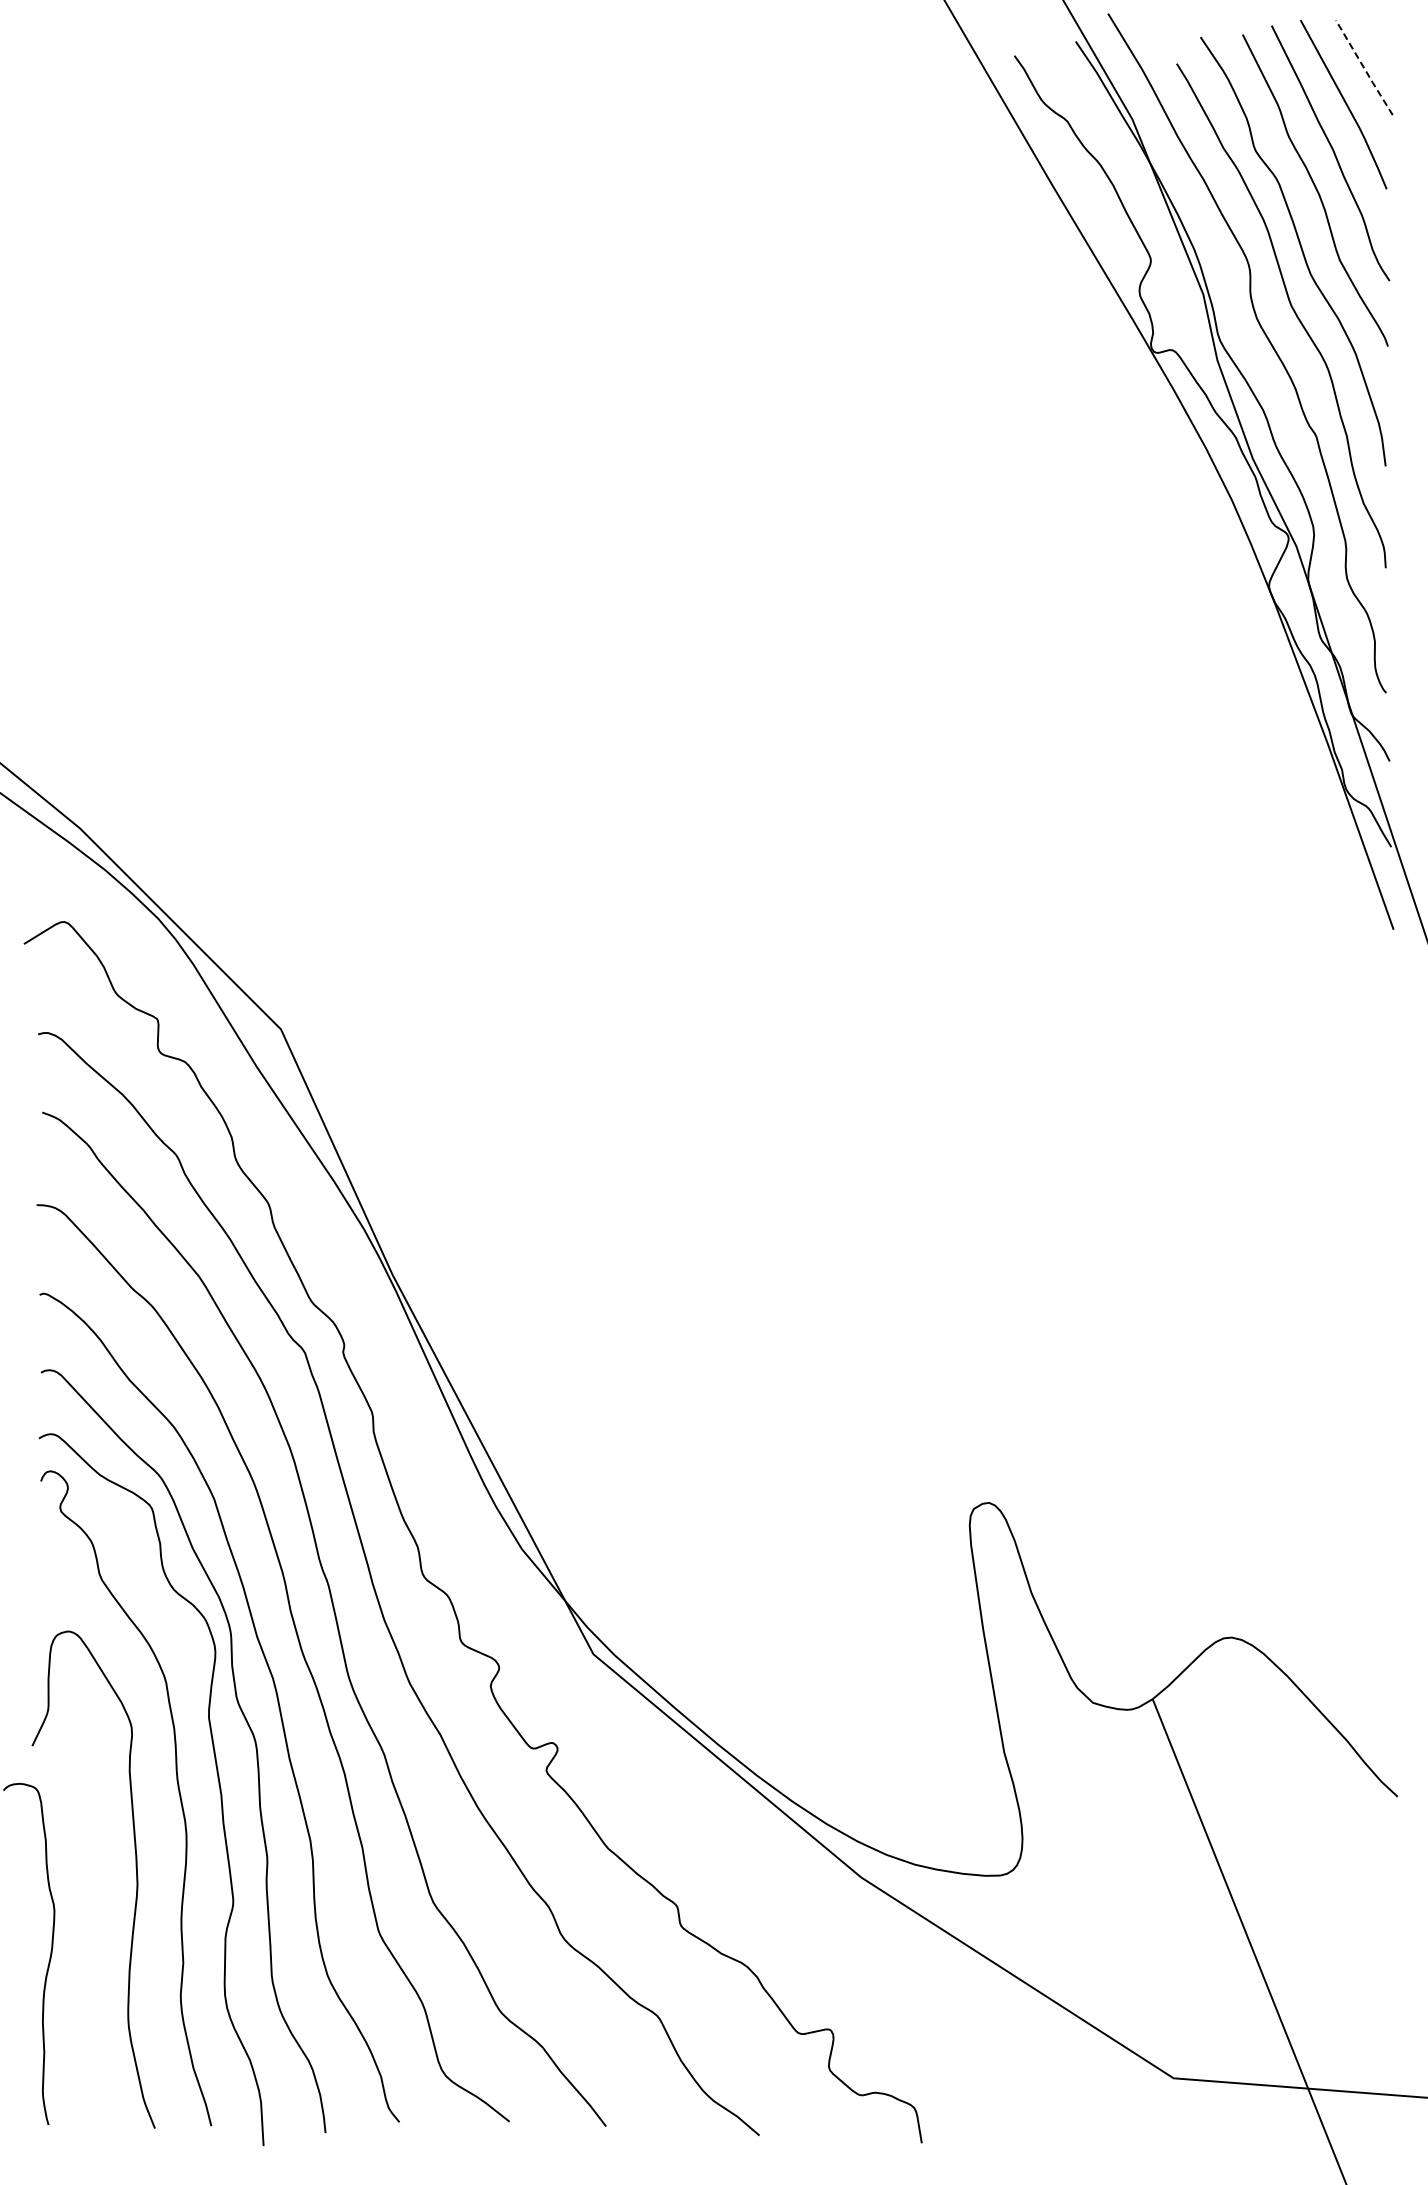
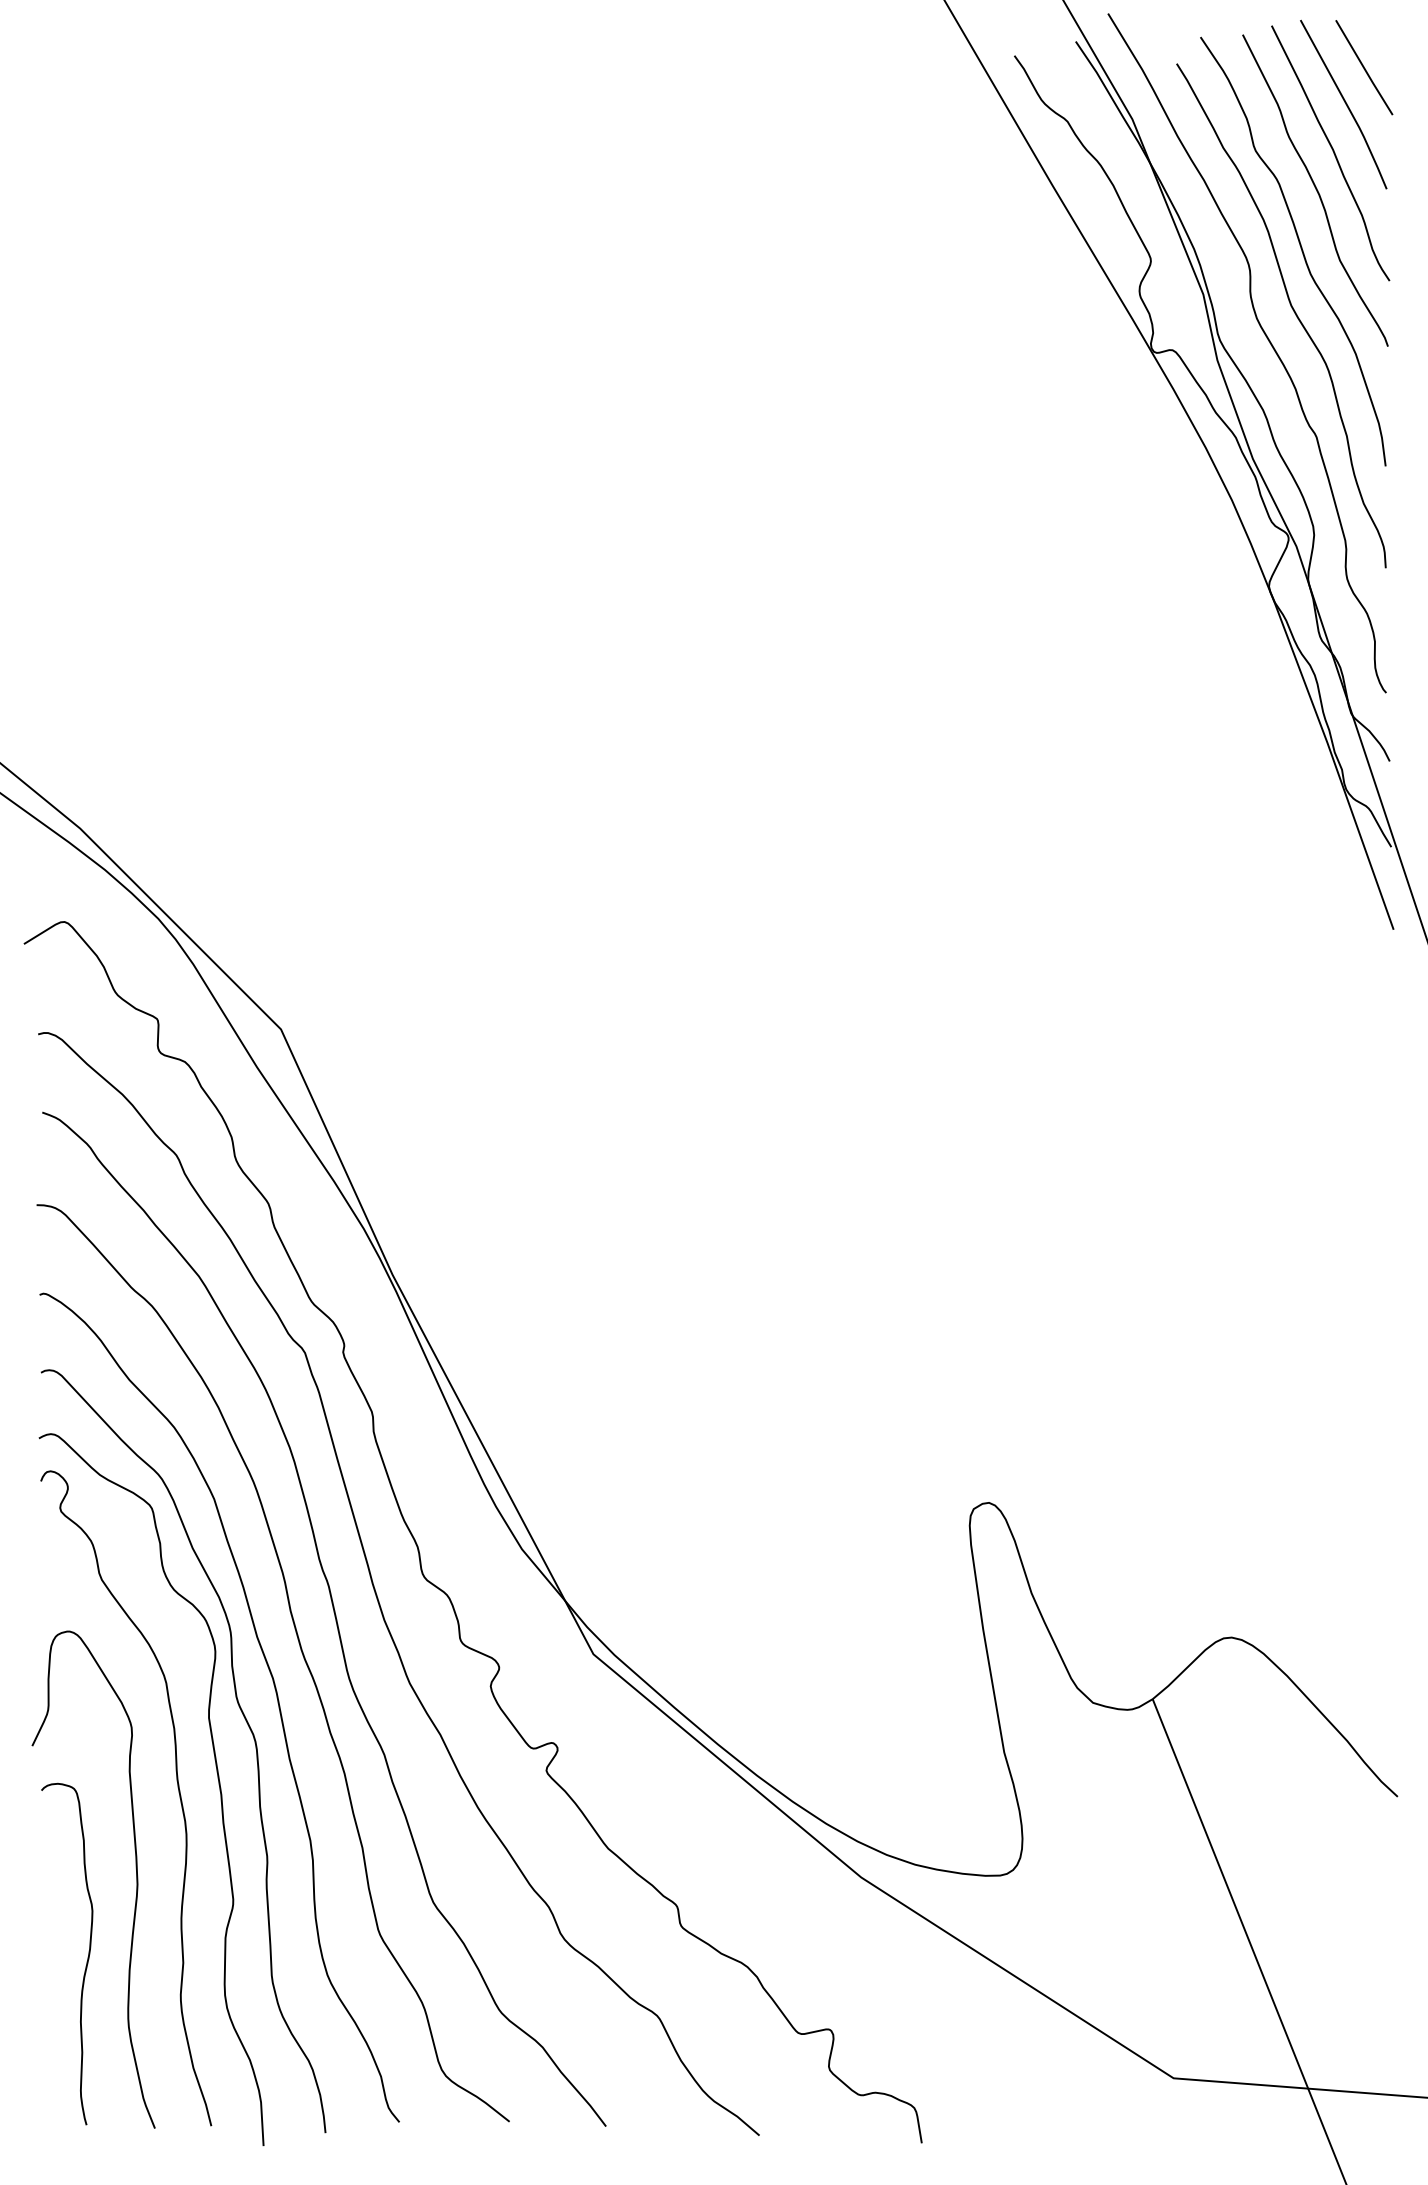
line at (1364, 68): dashed -> solid
curve at (49, 1957) position: (49, 1957) -> (87, 1957)
